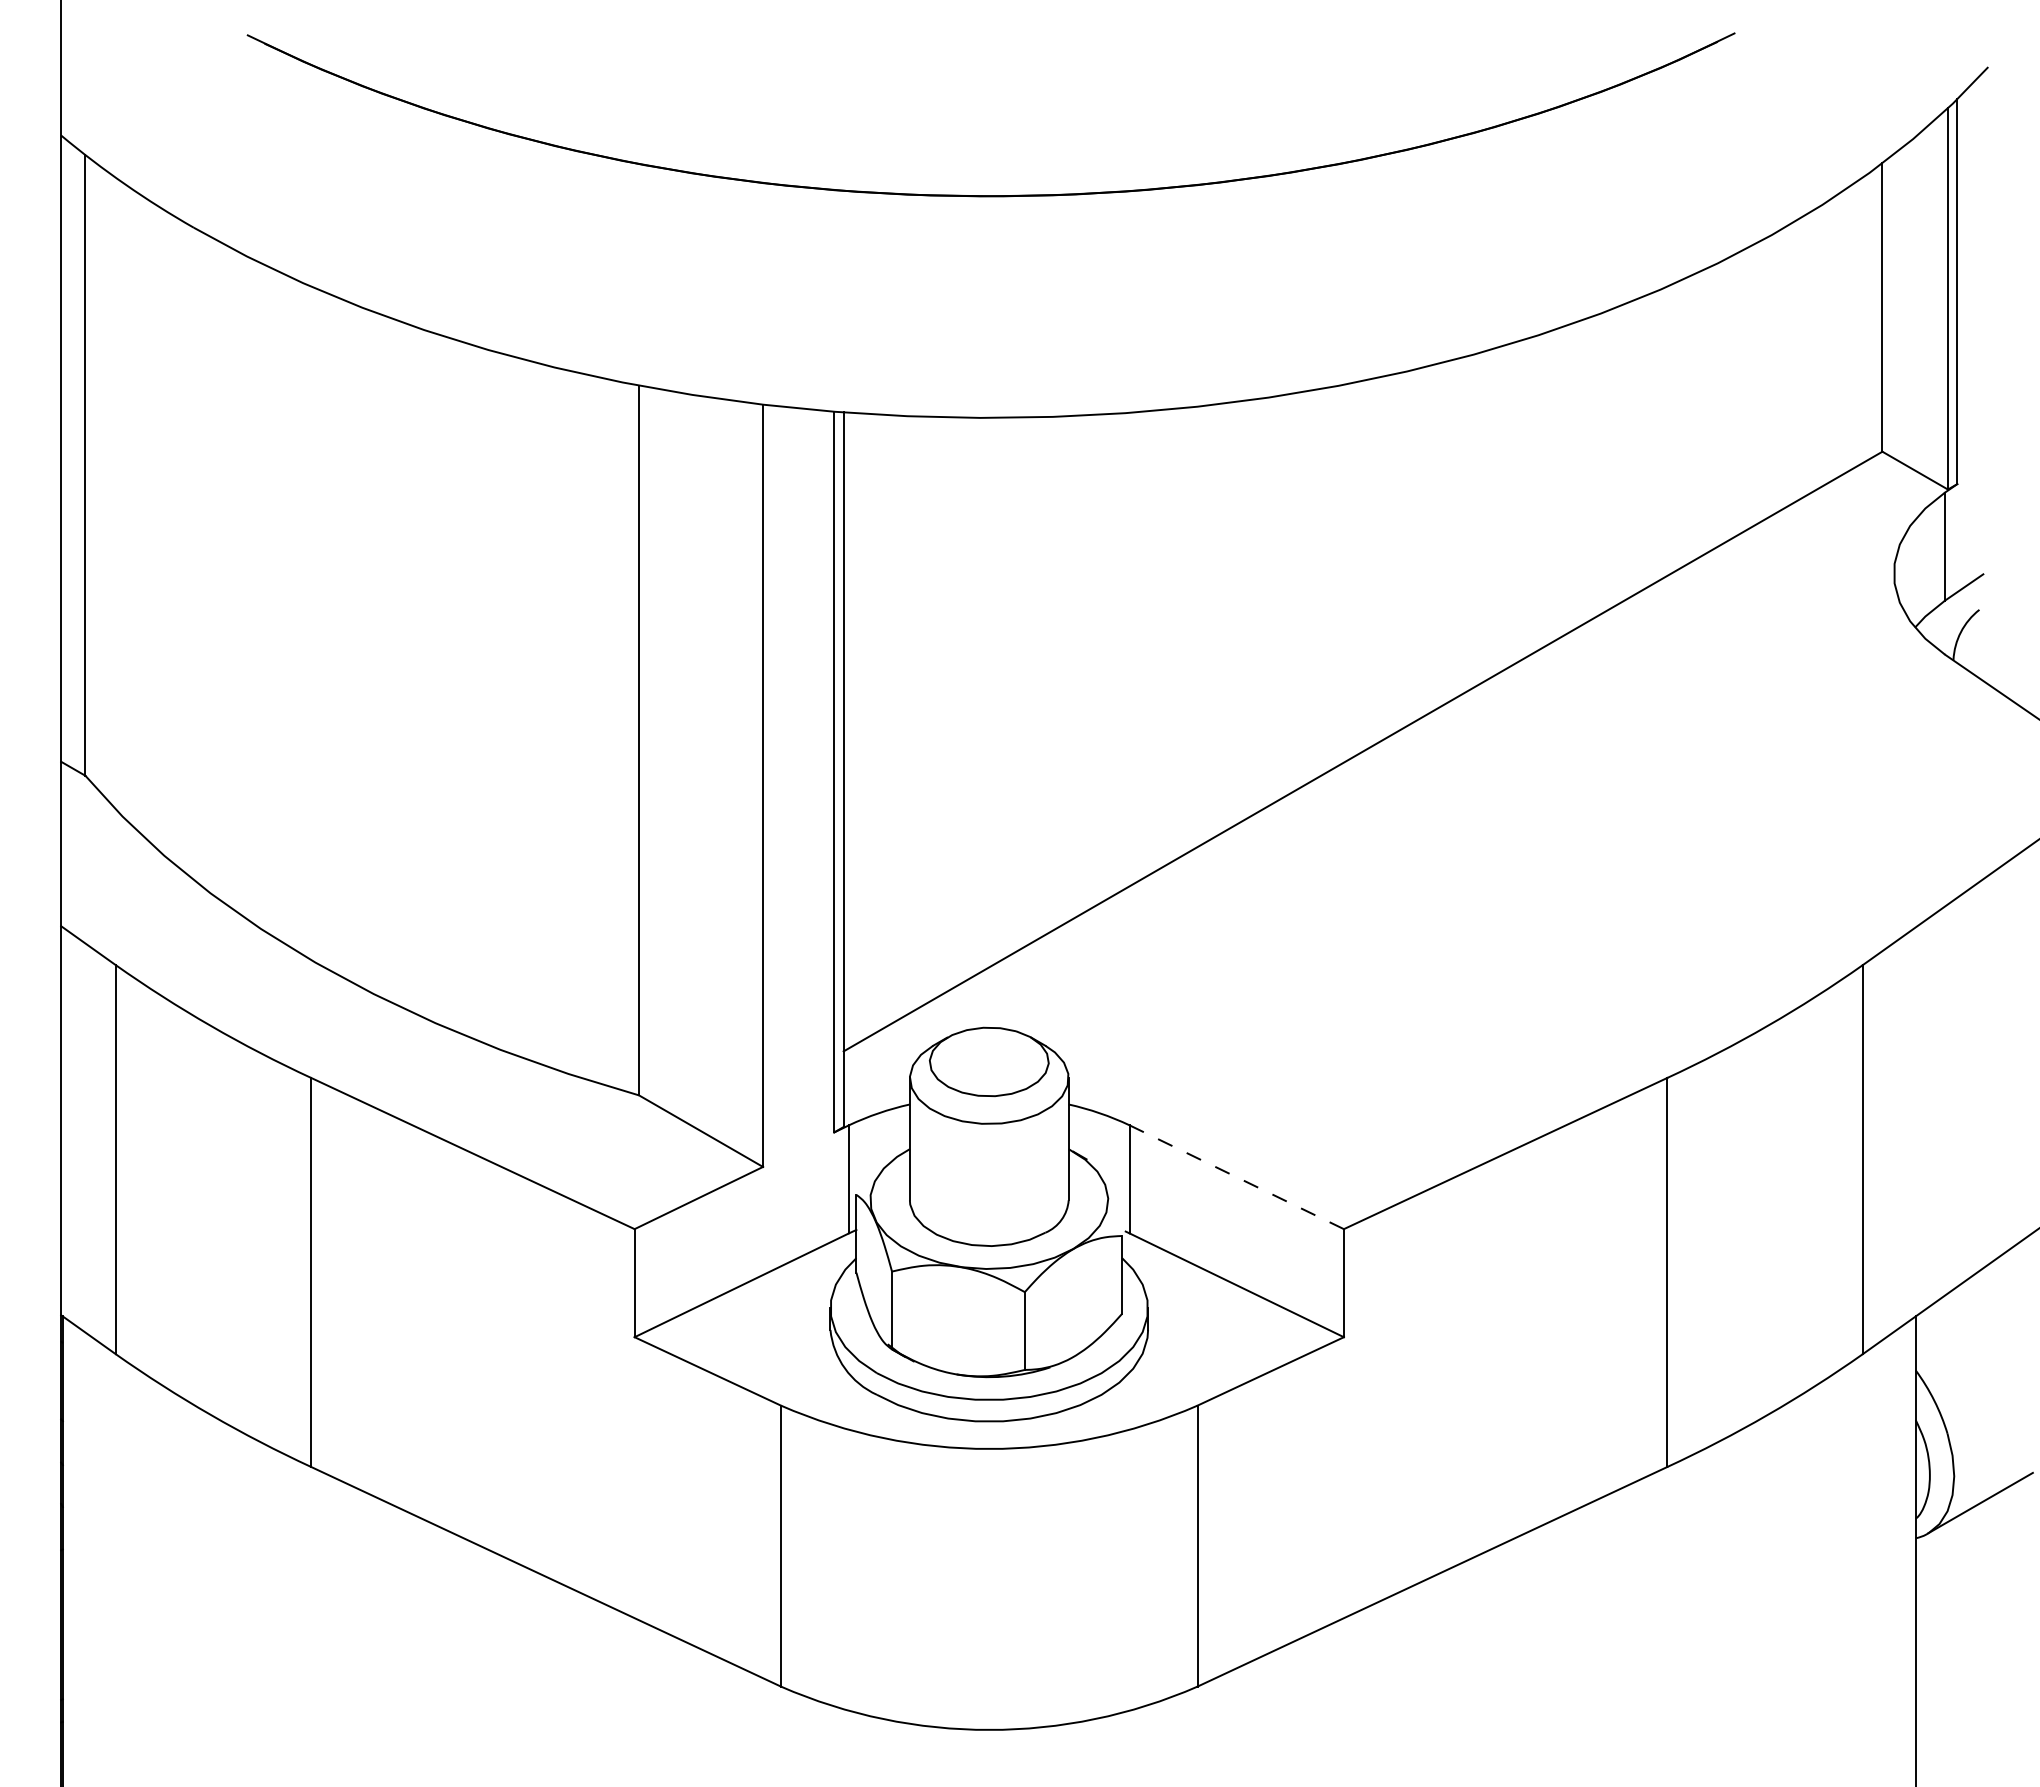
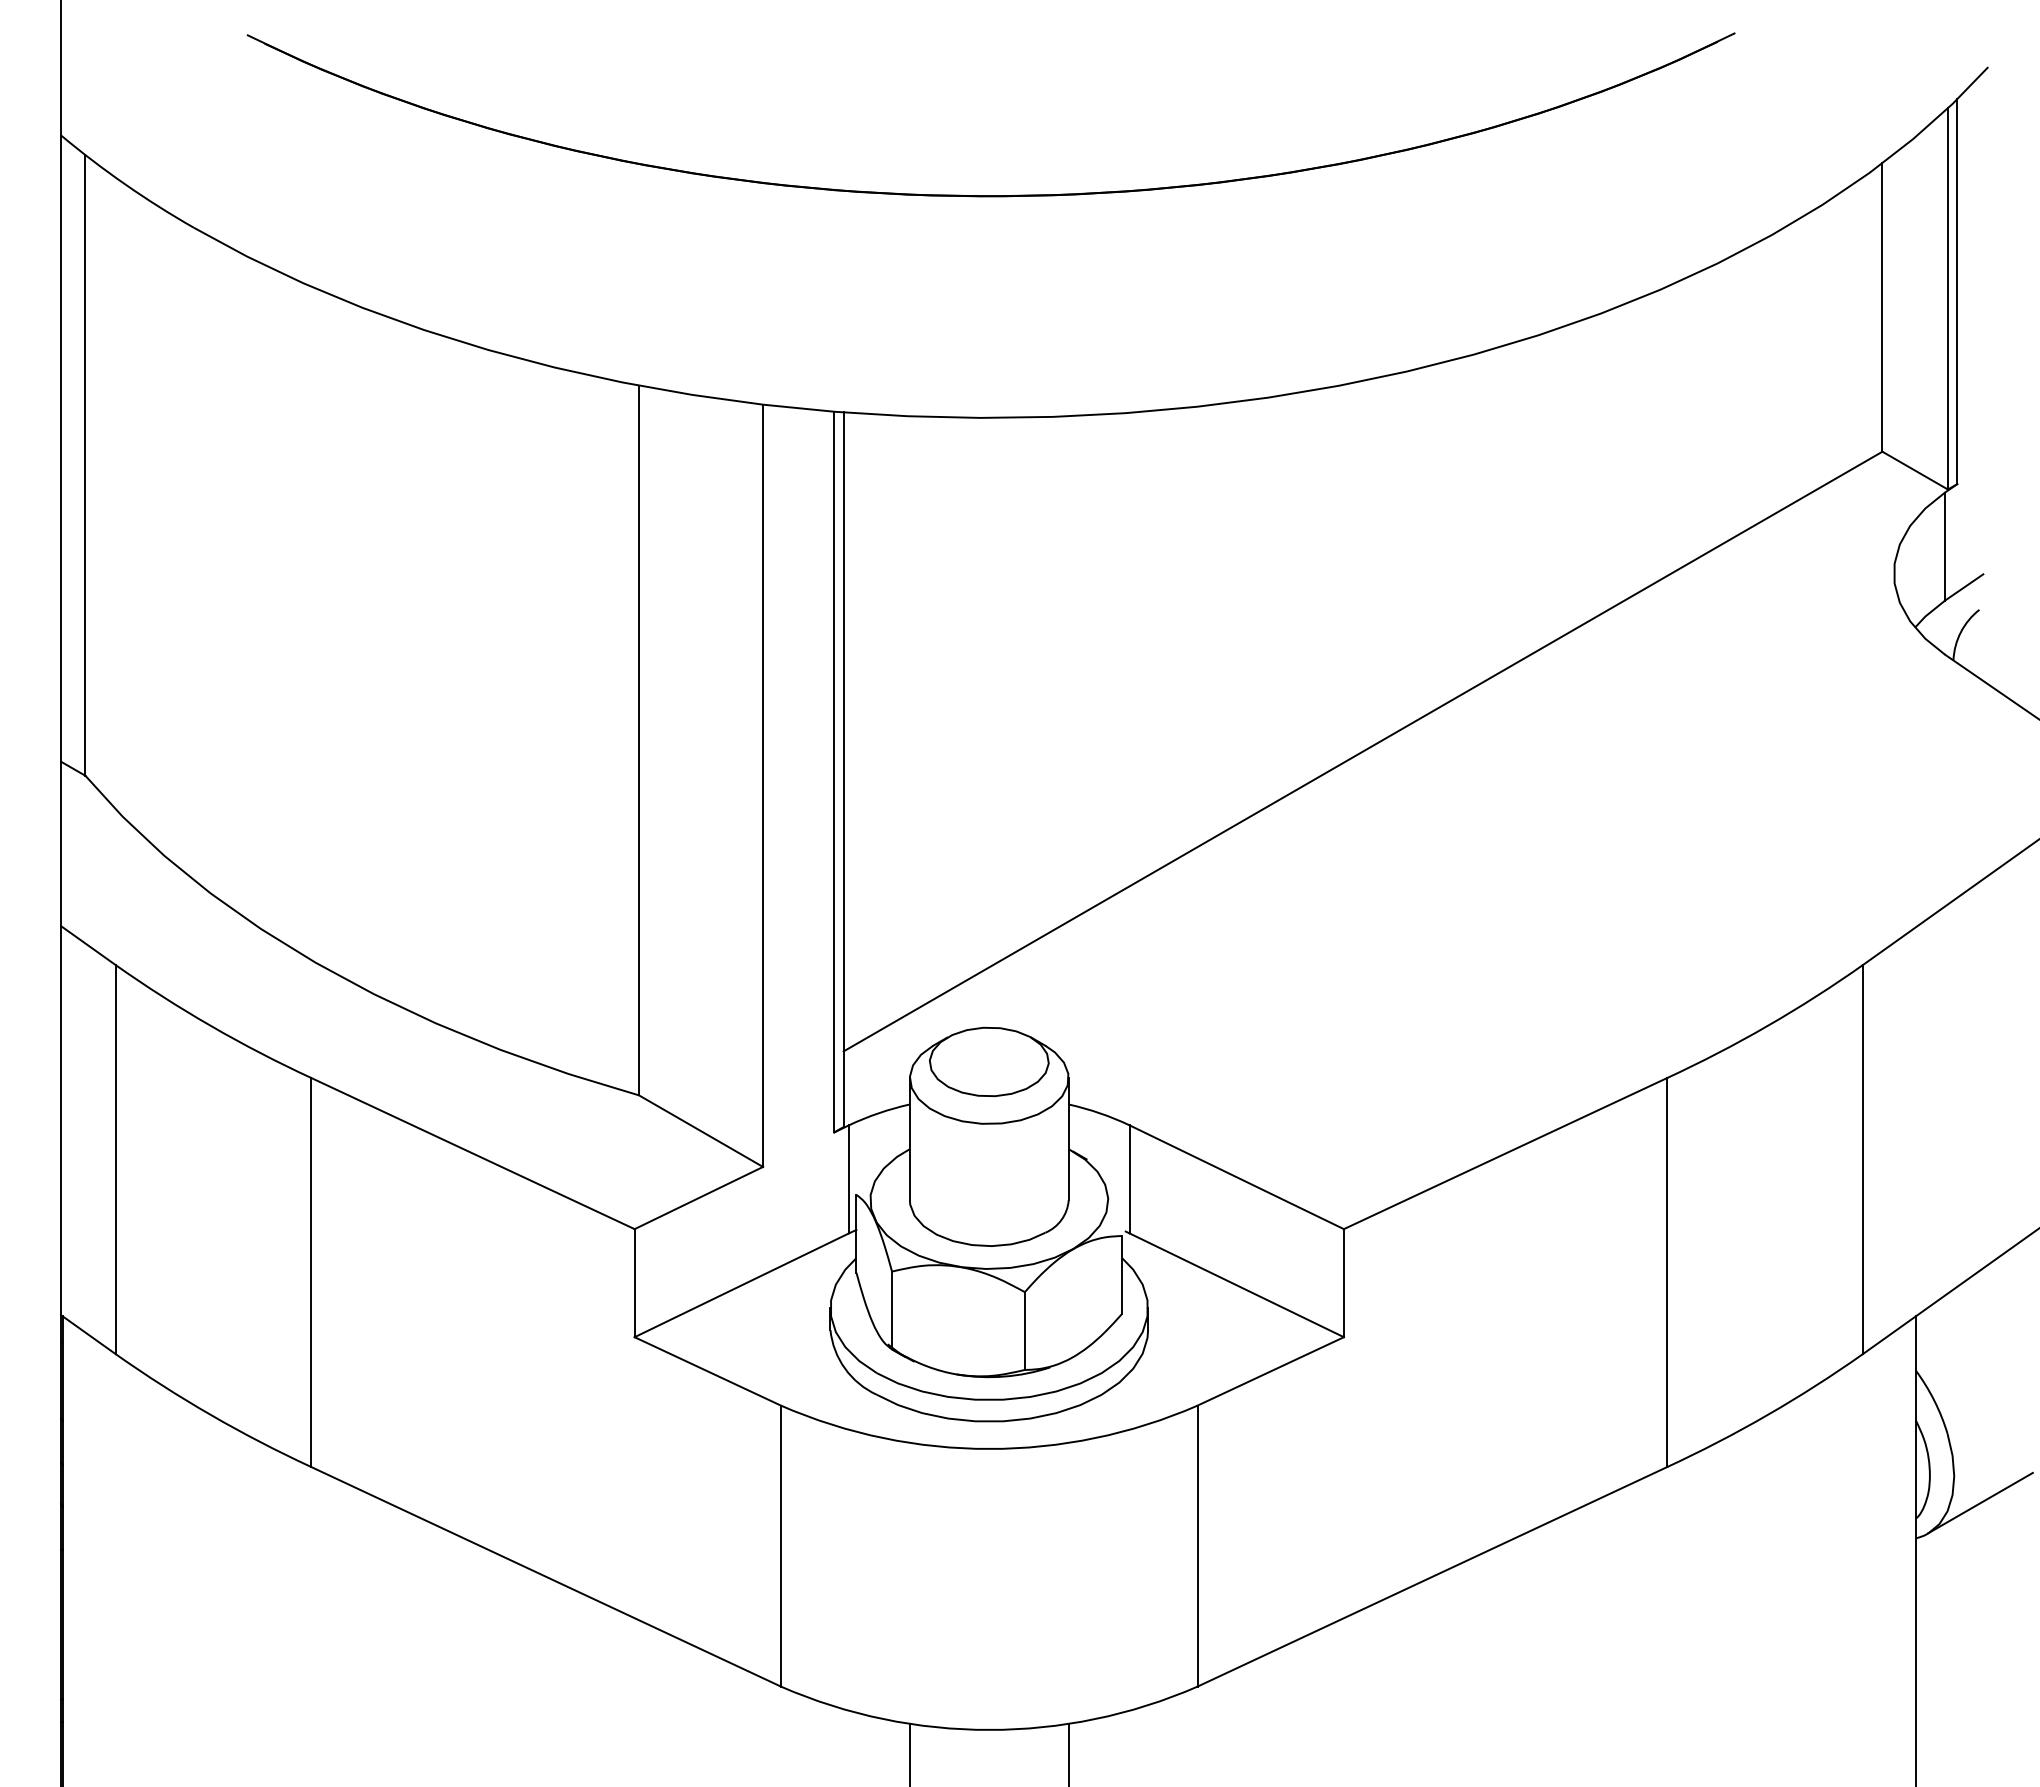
line at (1236, 1177): dashed -> solid
line at (909, 1753): none -> present
line at (1068, 1753): none -> present
